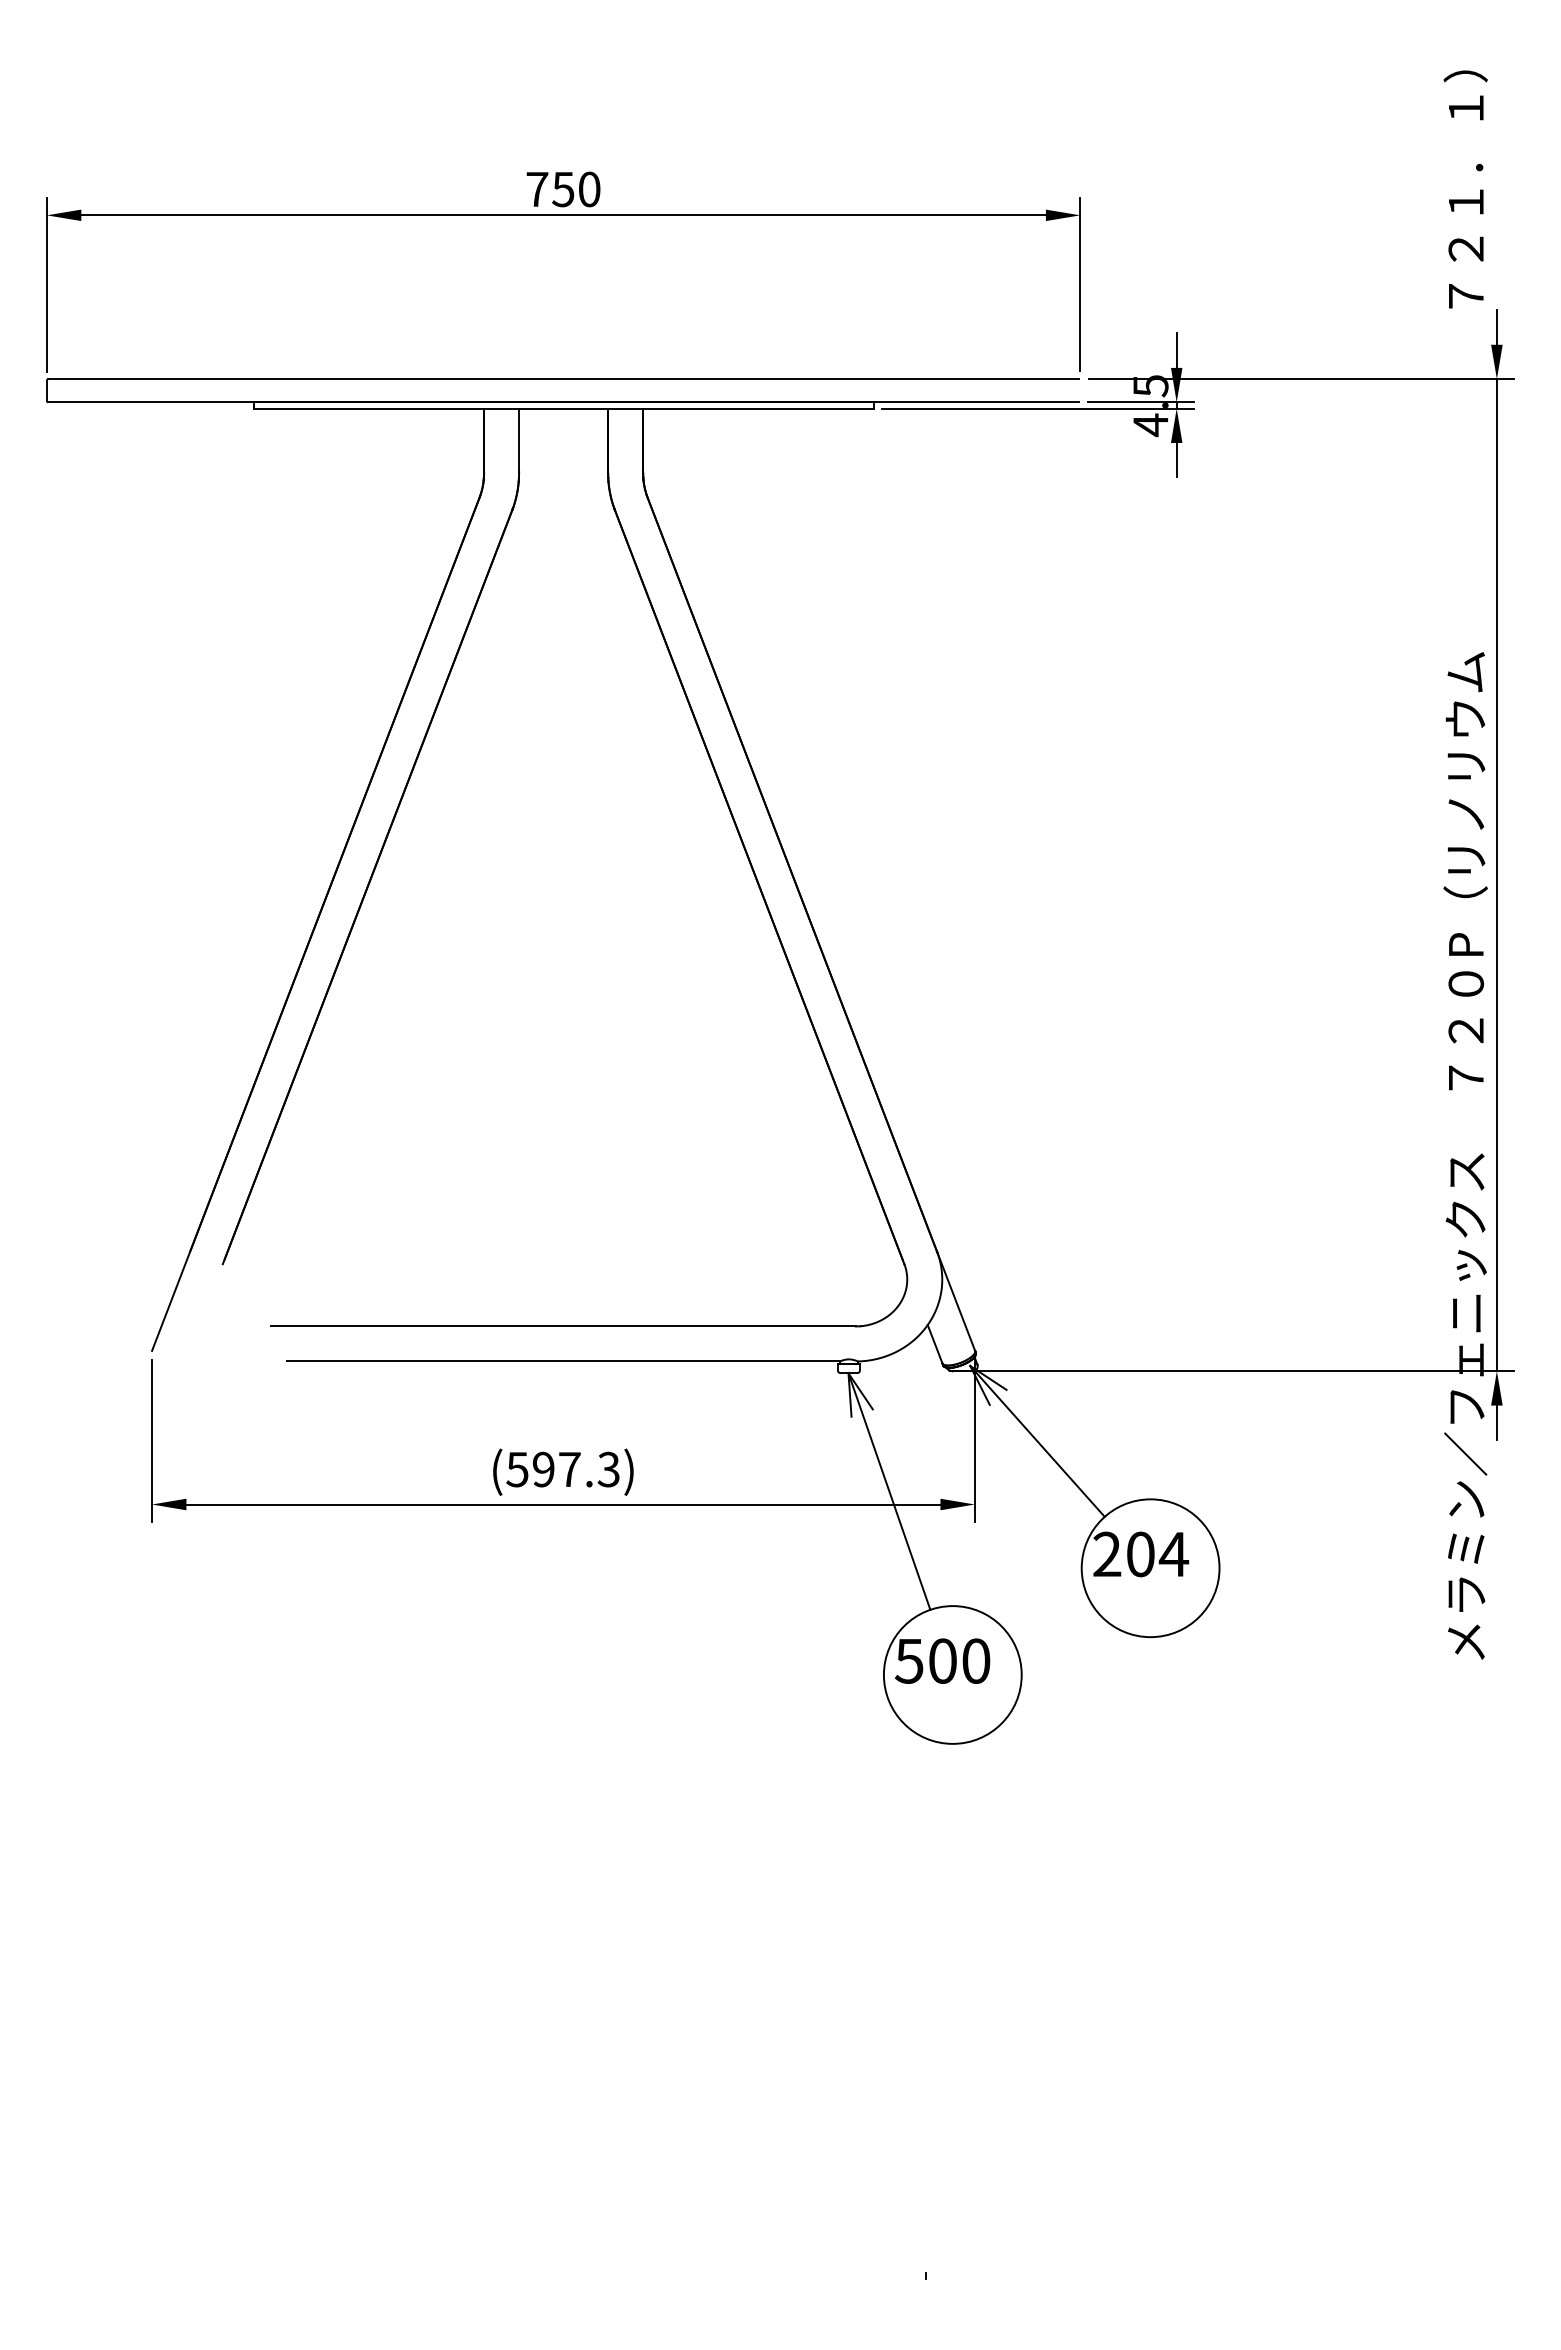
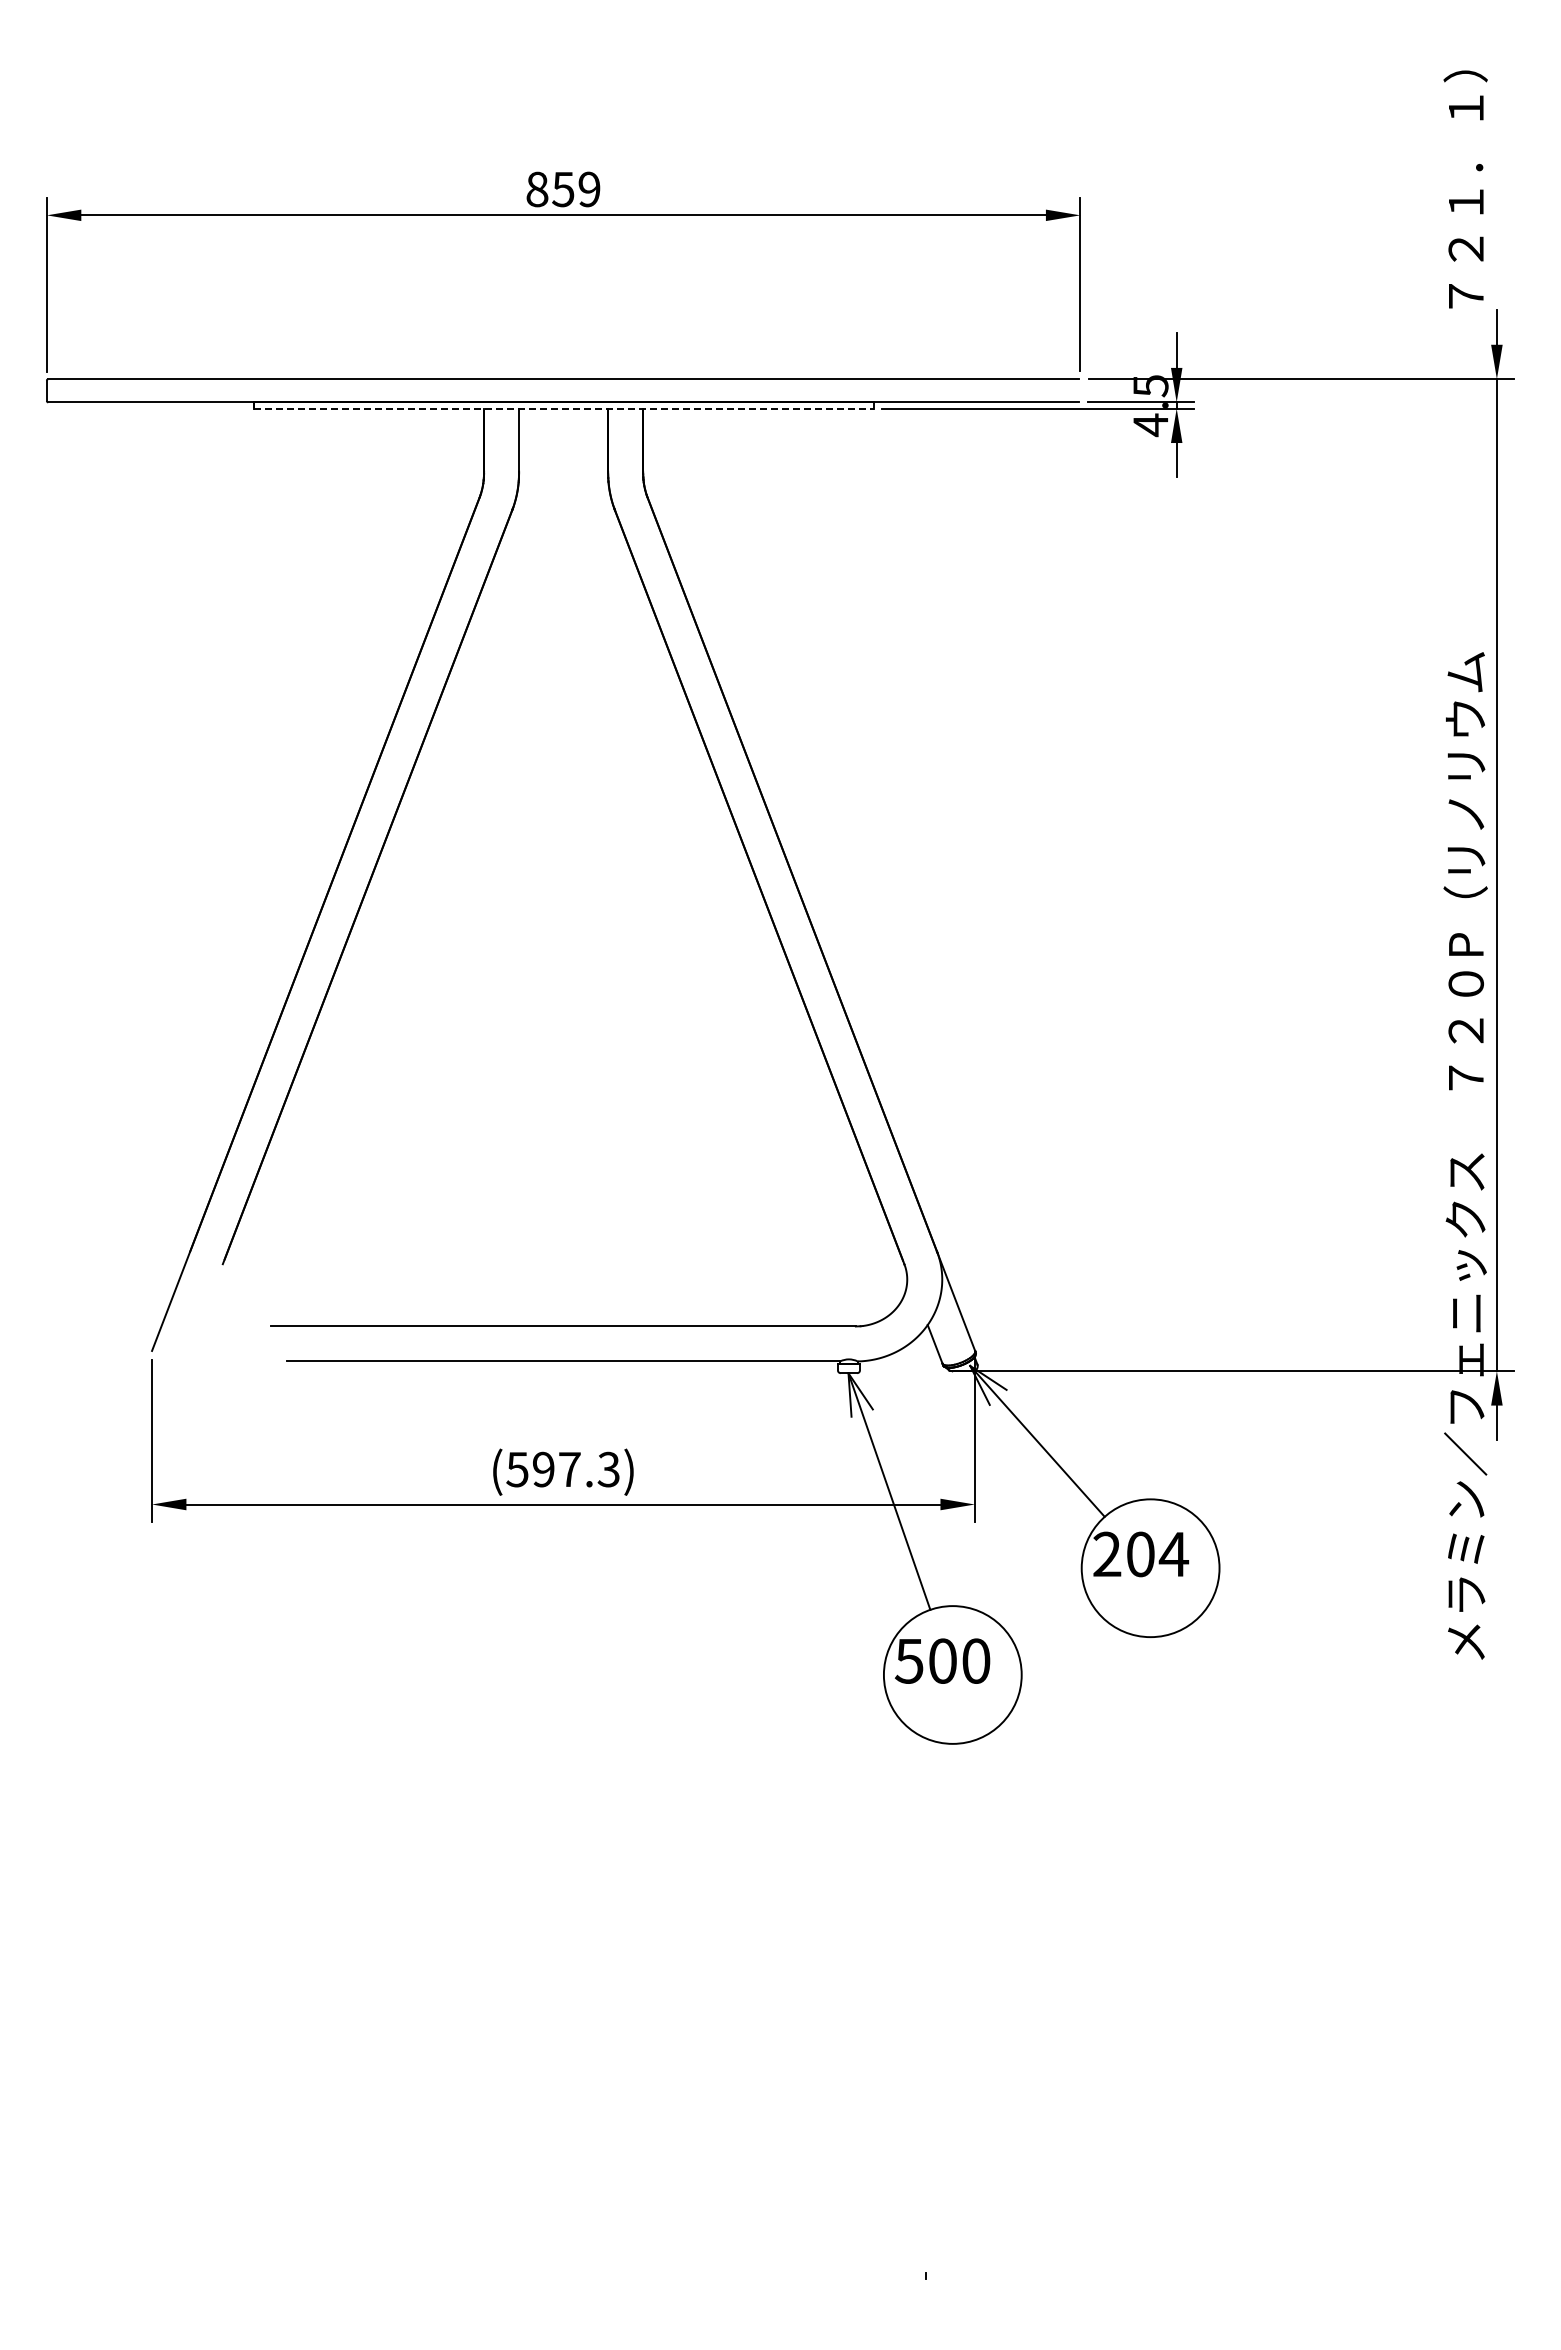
text at (563, 189): 750 -> 859
line at (564, 408): solid -> dashed
